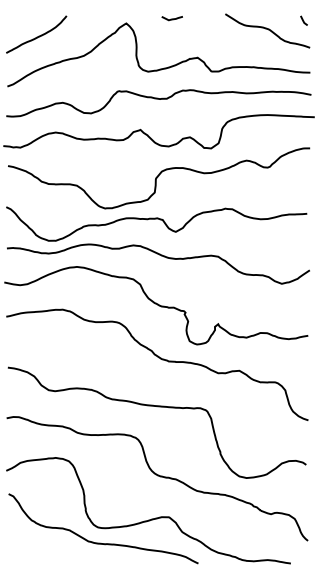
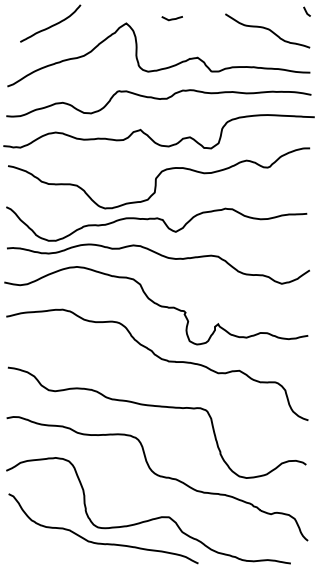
line at (303, 20) position: (303, 20) -> (306, 11)
curve at (36, 36) position: (36, 36) -> (50, 25)
